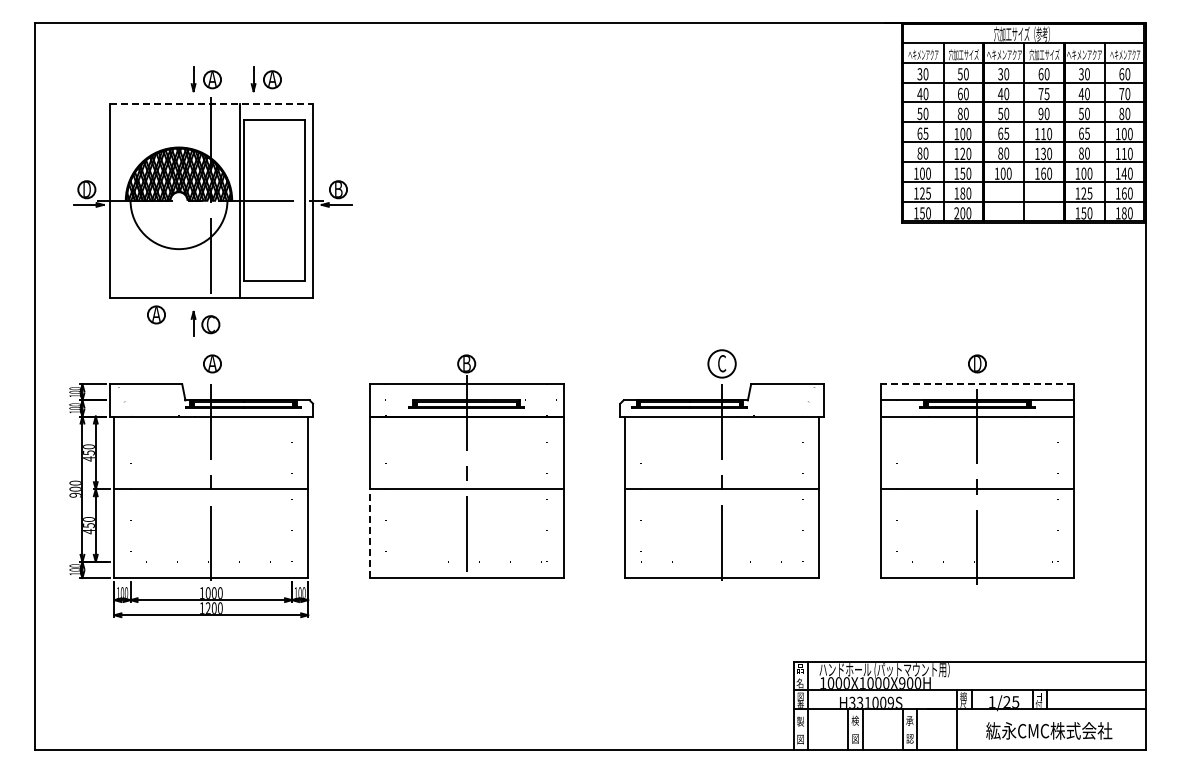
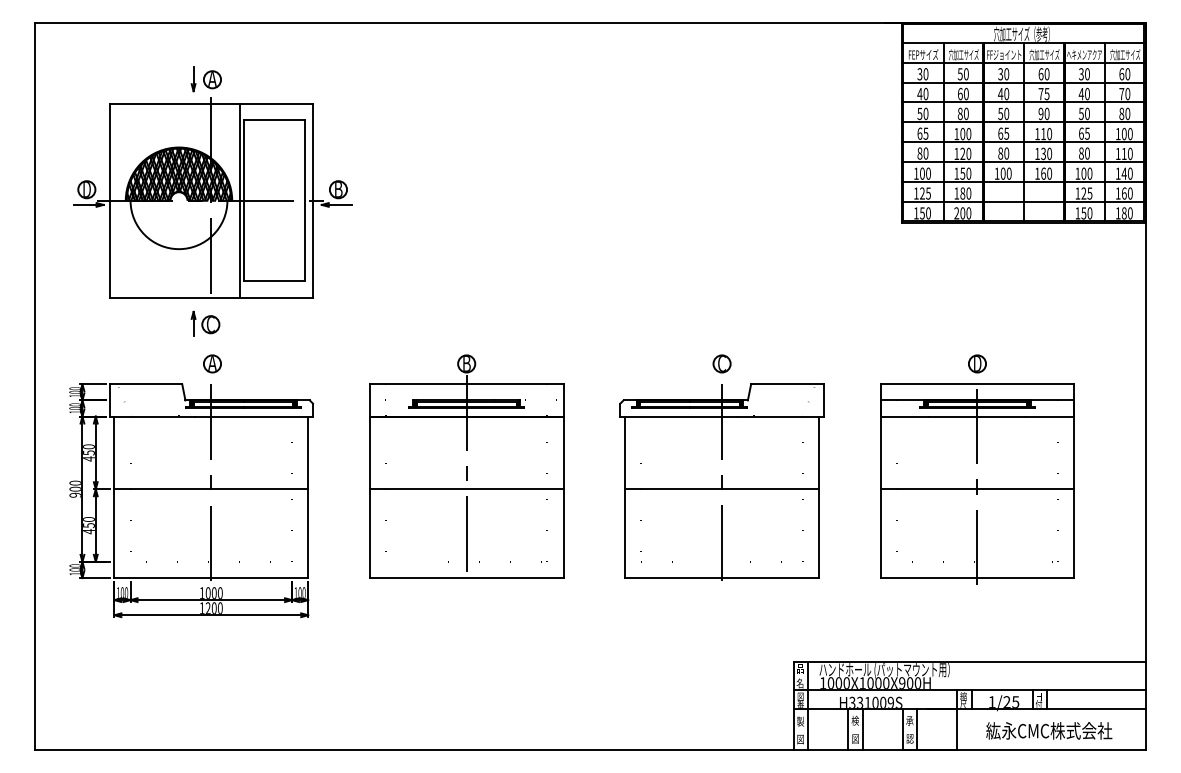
text at (923, 54): ヘキメンアクア -> FEPサイズ
text at (1004, 54): ヘキメンアクア -> FFジョイント
text at (1125, 54): ヘキメンアクア -> 穴加工サイズ
part at (265, 79): present -> none
line at (211, 103): dashed -> solid
part at (156, 314): present -> none
circle at (721, 363) diameter: 27 px -> 17 px
line at (977, 384): dashed -> solid
line at (369, 533): dashed -> solid
